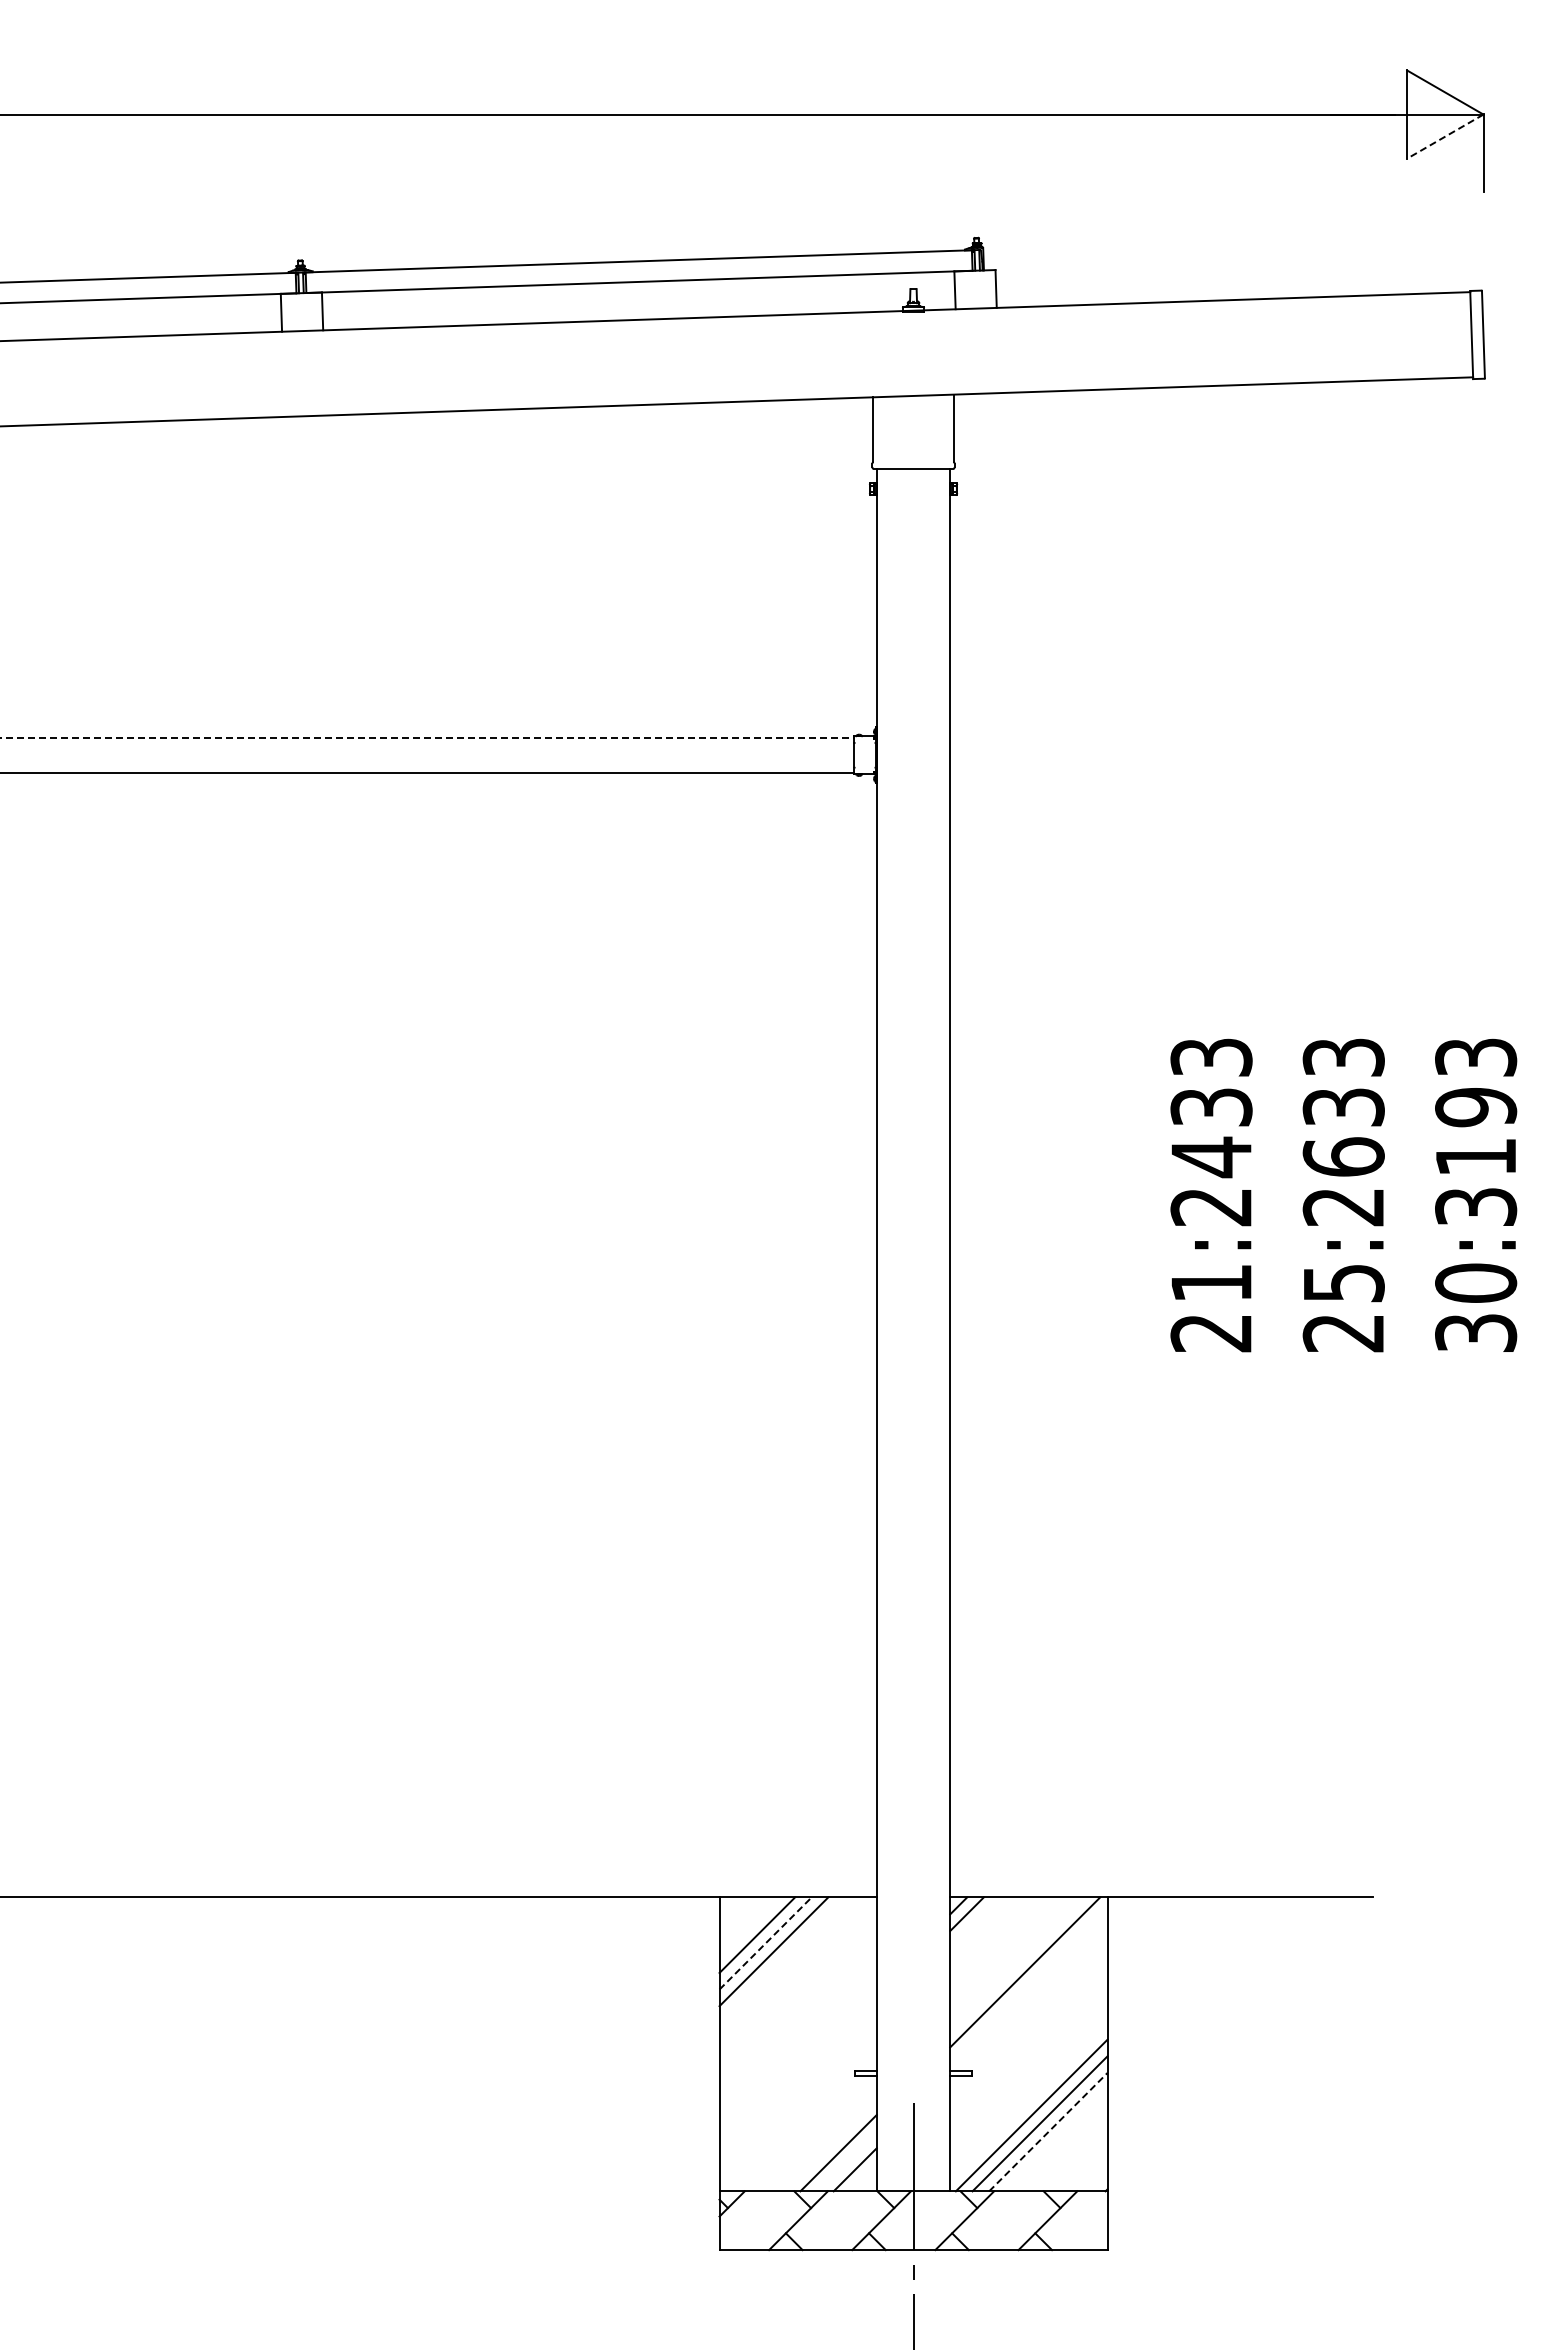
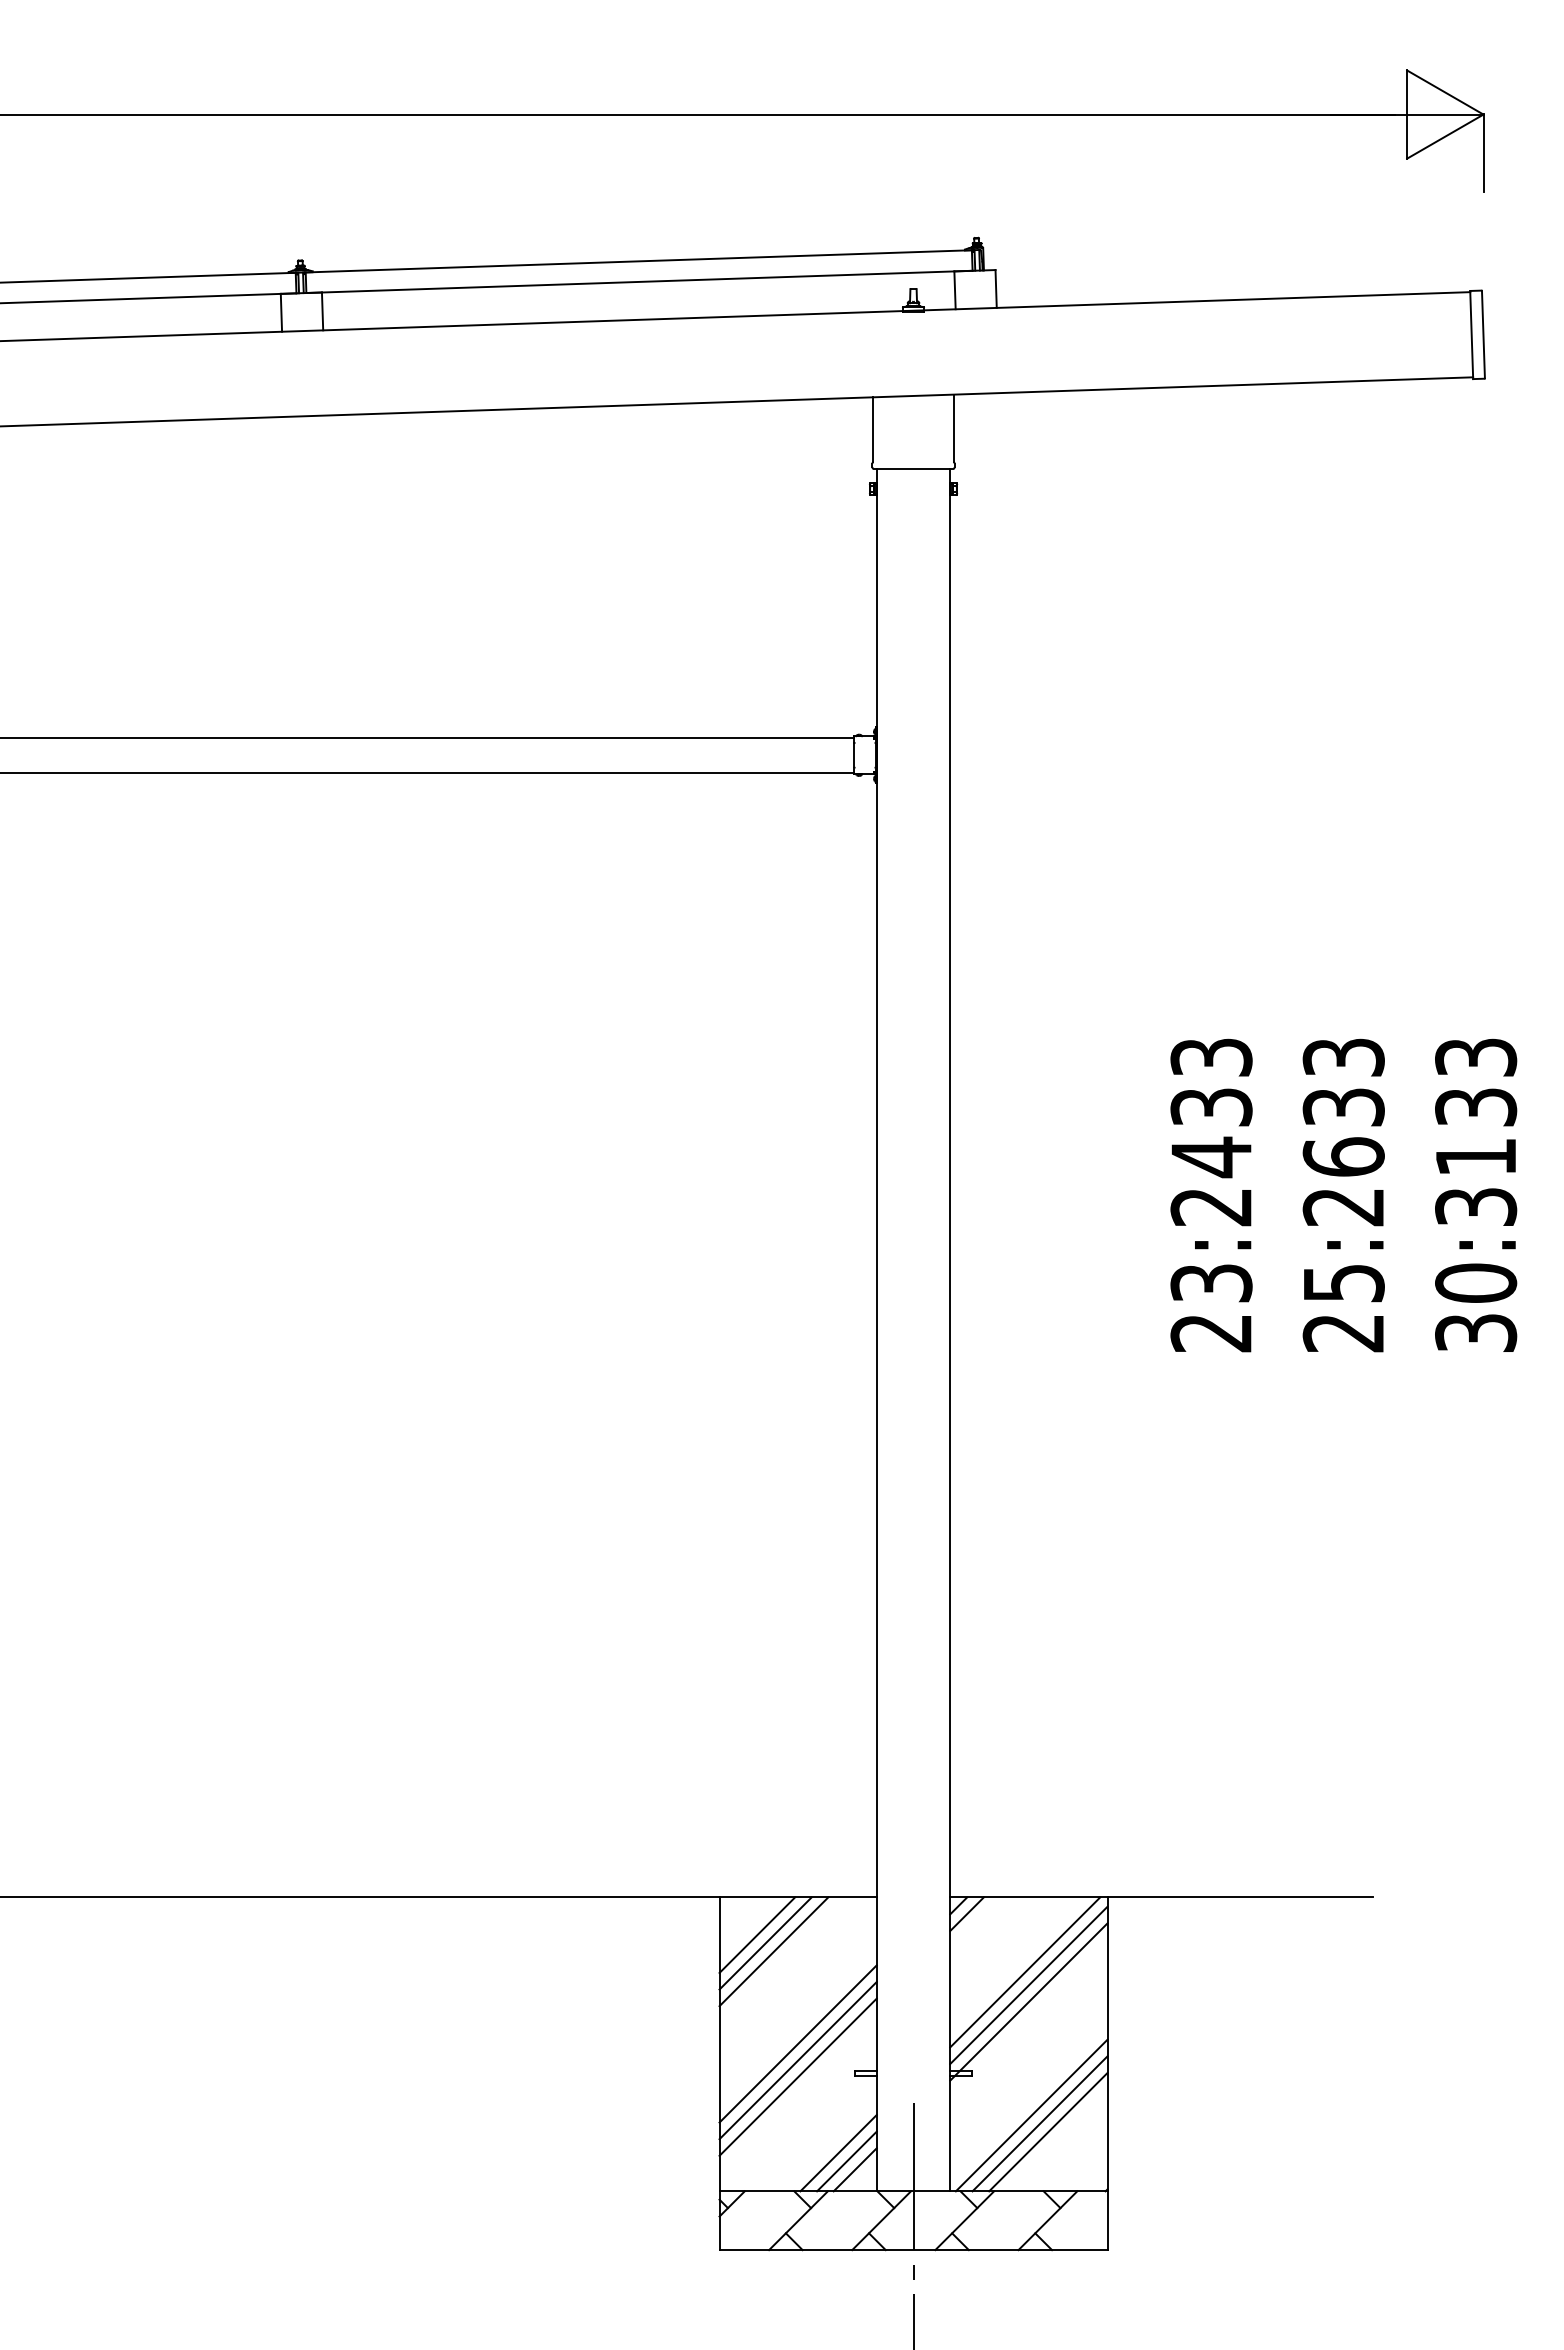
line at (1444, 136): dashed -> solid
line at (427, 737): dashed -> solid
text at (1476, 1107): 30:3193 -> 30:3133
text at (1211, 1283): 21:2433 -> 23:2433
line at (765, 1943): dashed -> solid
line at (1028, 1985): none -> present
line at (1028, 2001): none -> present
line at (797, 2043): none -> present
line at (797, 2060): none -> present
line at (797, 2076): none -> present
line at (1048, 2132): dashed -> solid
line at (846, 2161): none -> present
